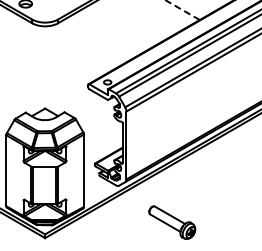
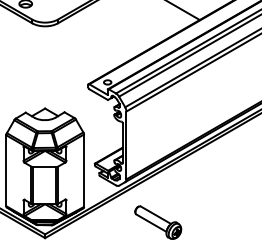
line at (182, 10): dashed -> solid
part at (172, 222) position: (172, 222) -> (158, 222)
